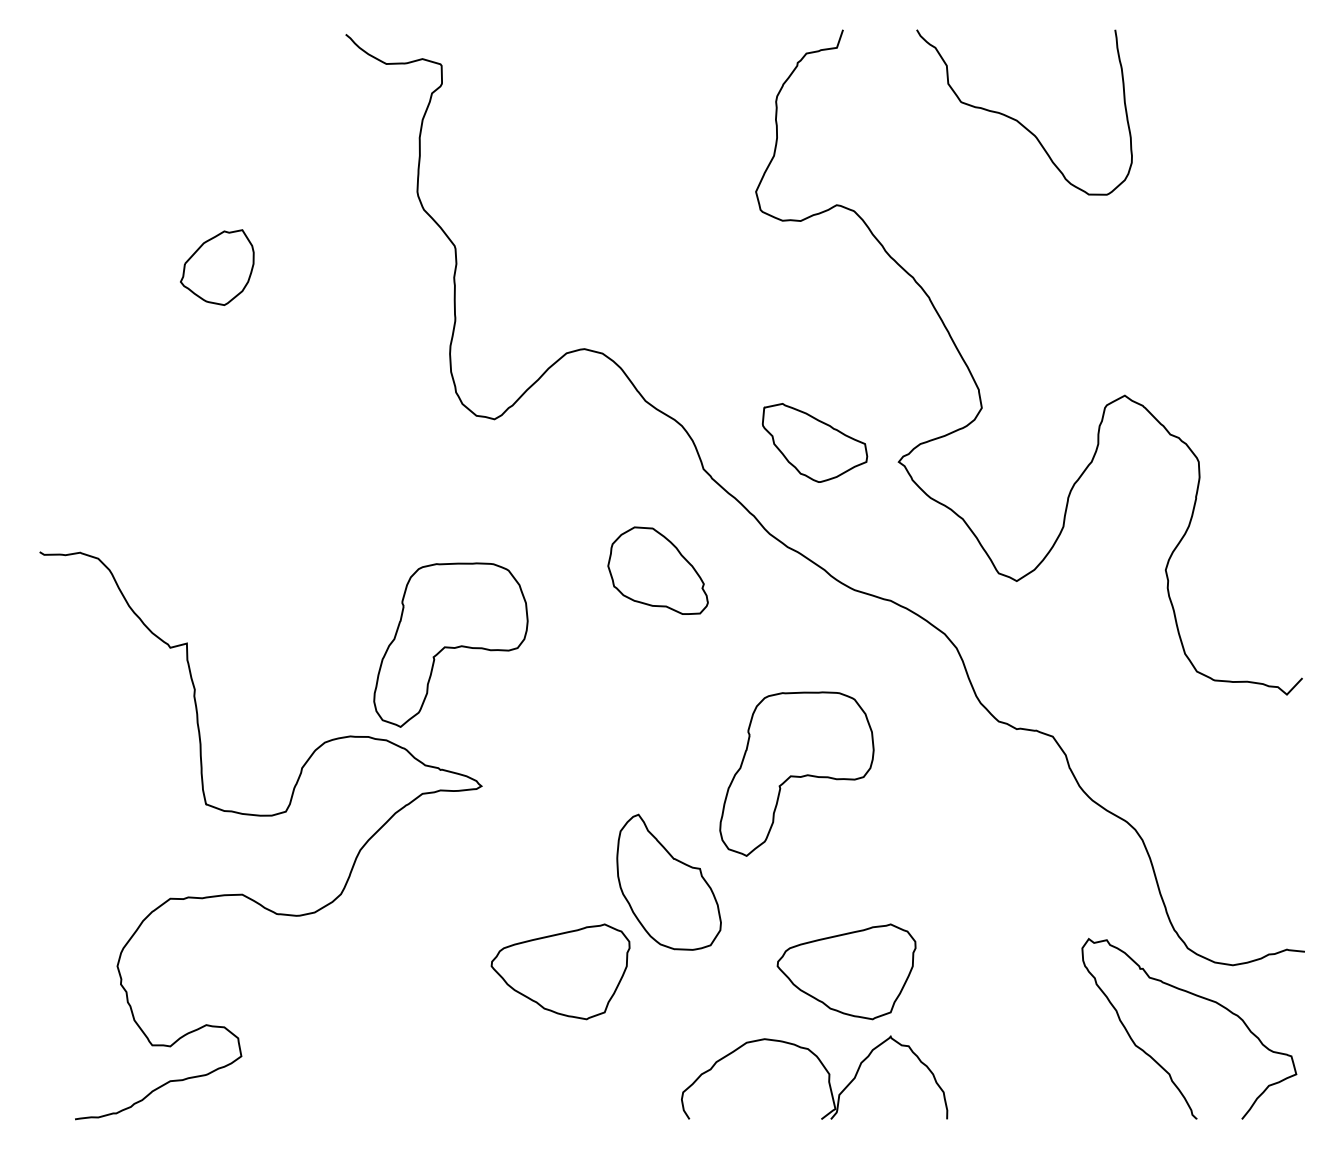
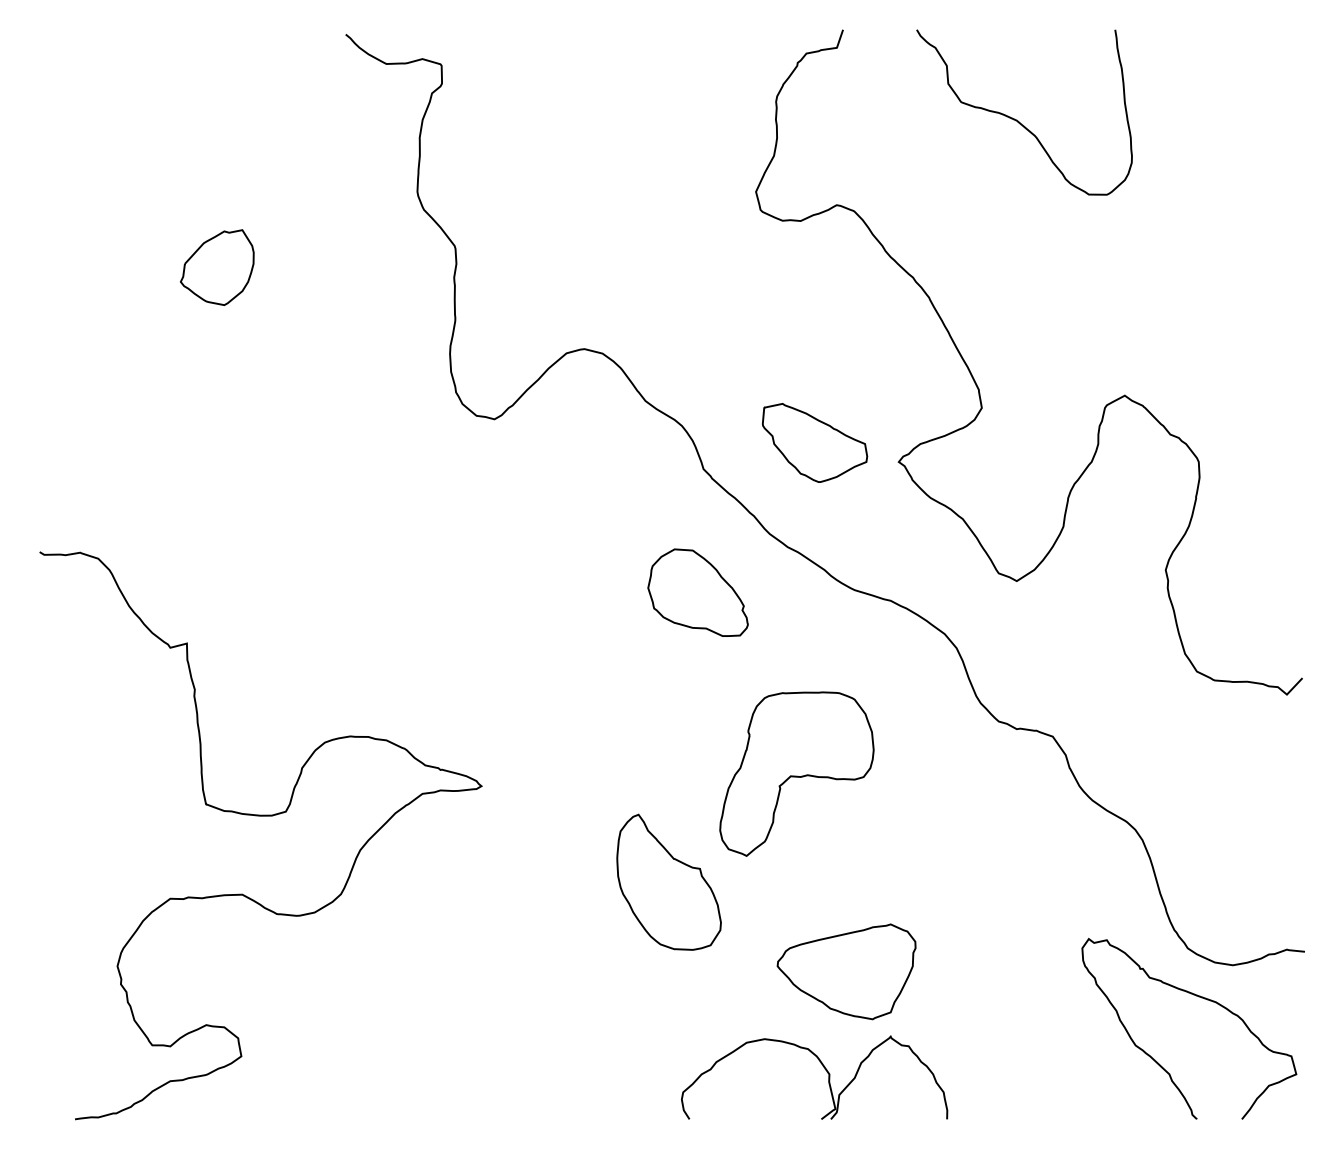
part at (657, 570) position: (657, 570) -> (697, 592)
part at (450, 644): present -> none
part at (560, 971): present -> none
